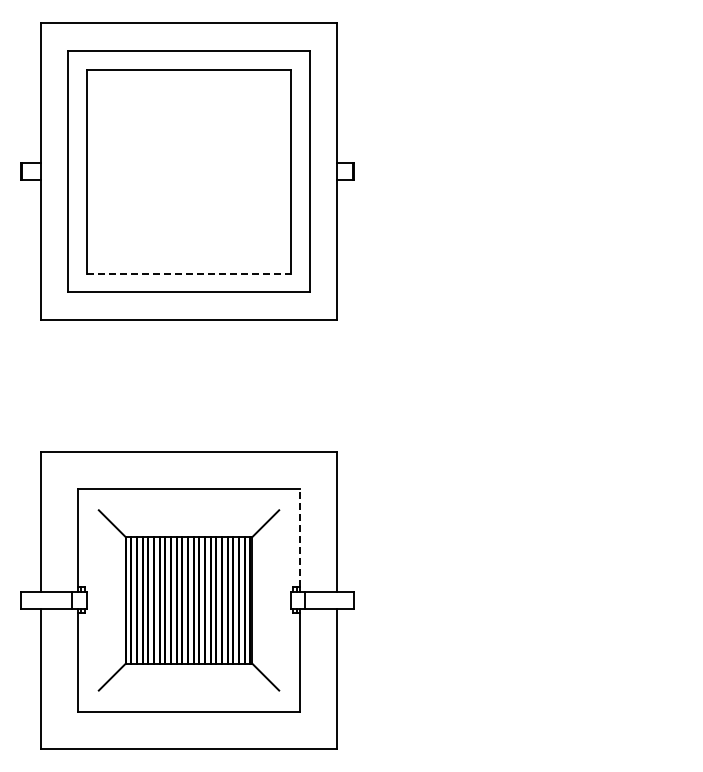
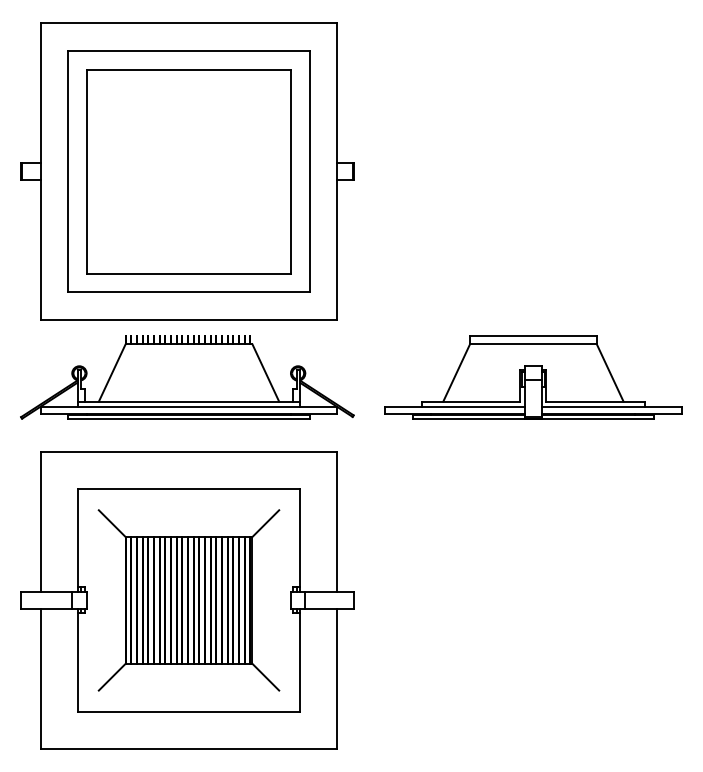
line at (189, 273): dashed -> solid
part at (187, 377): none -> present
part at (533, 377): none -> present
line at (300, 537): dashed -> solid
